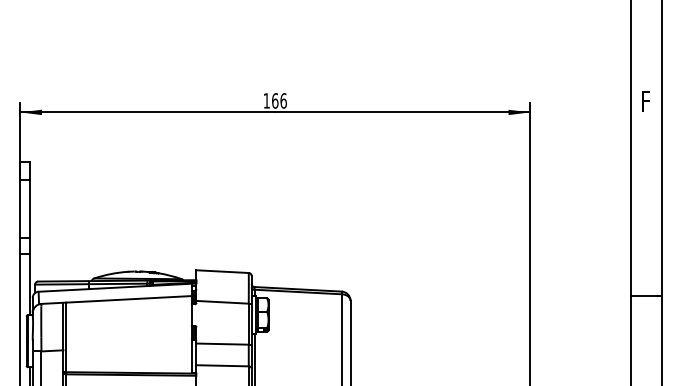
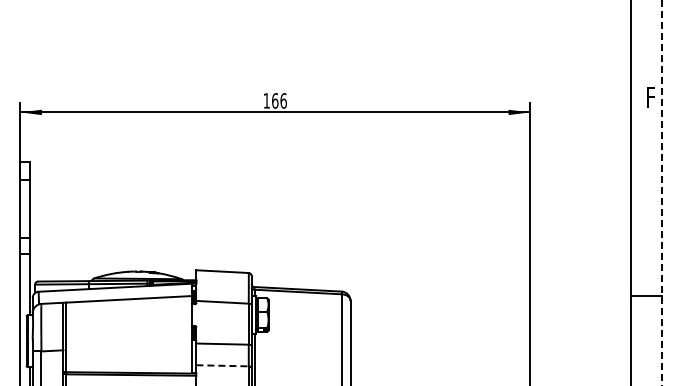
text at (645, 101) position: (645, 101) -> (650, 97)
line at (661, 192): solid -> dashed
line at (223, 365): solid -> dashed
